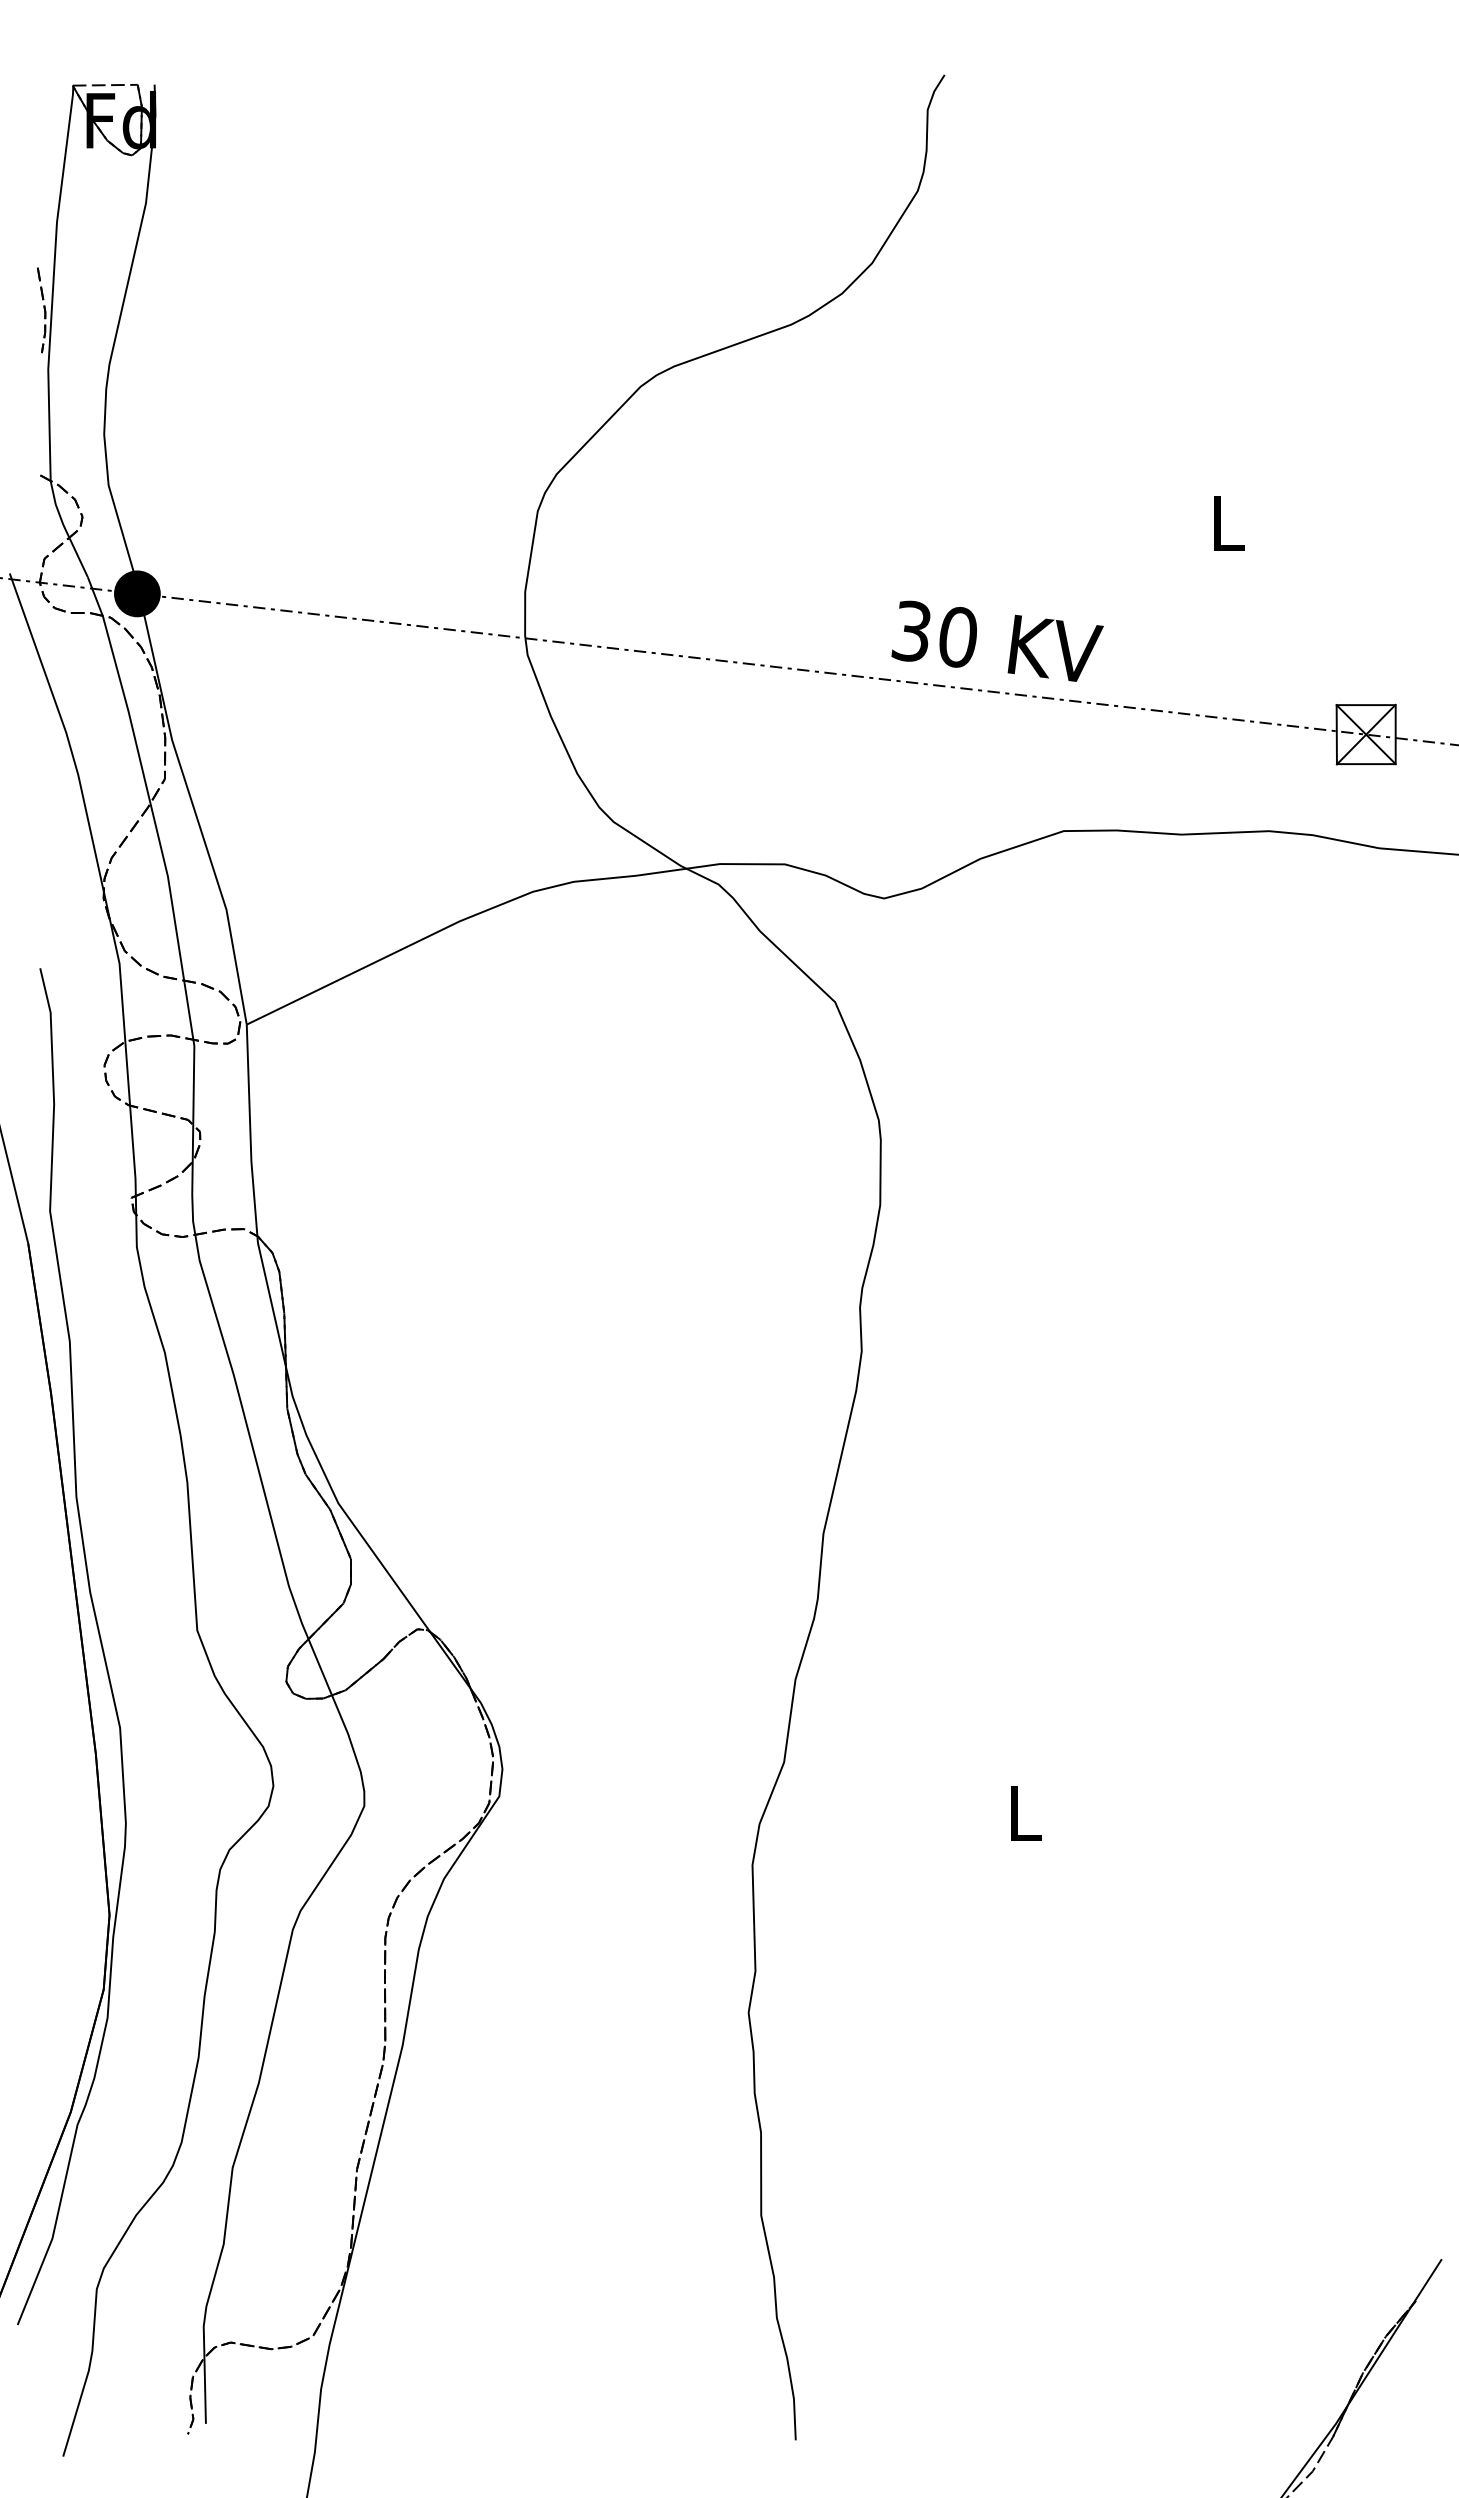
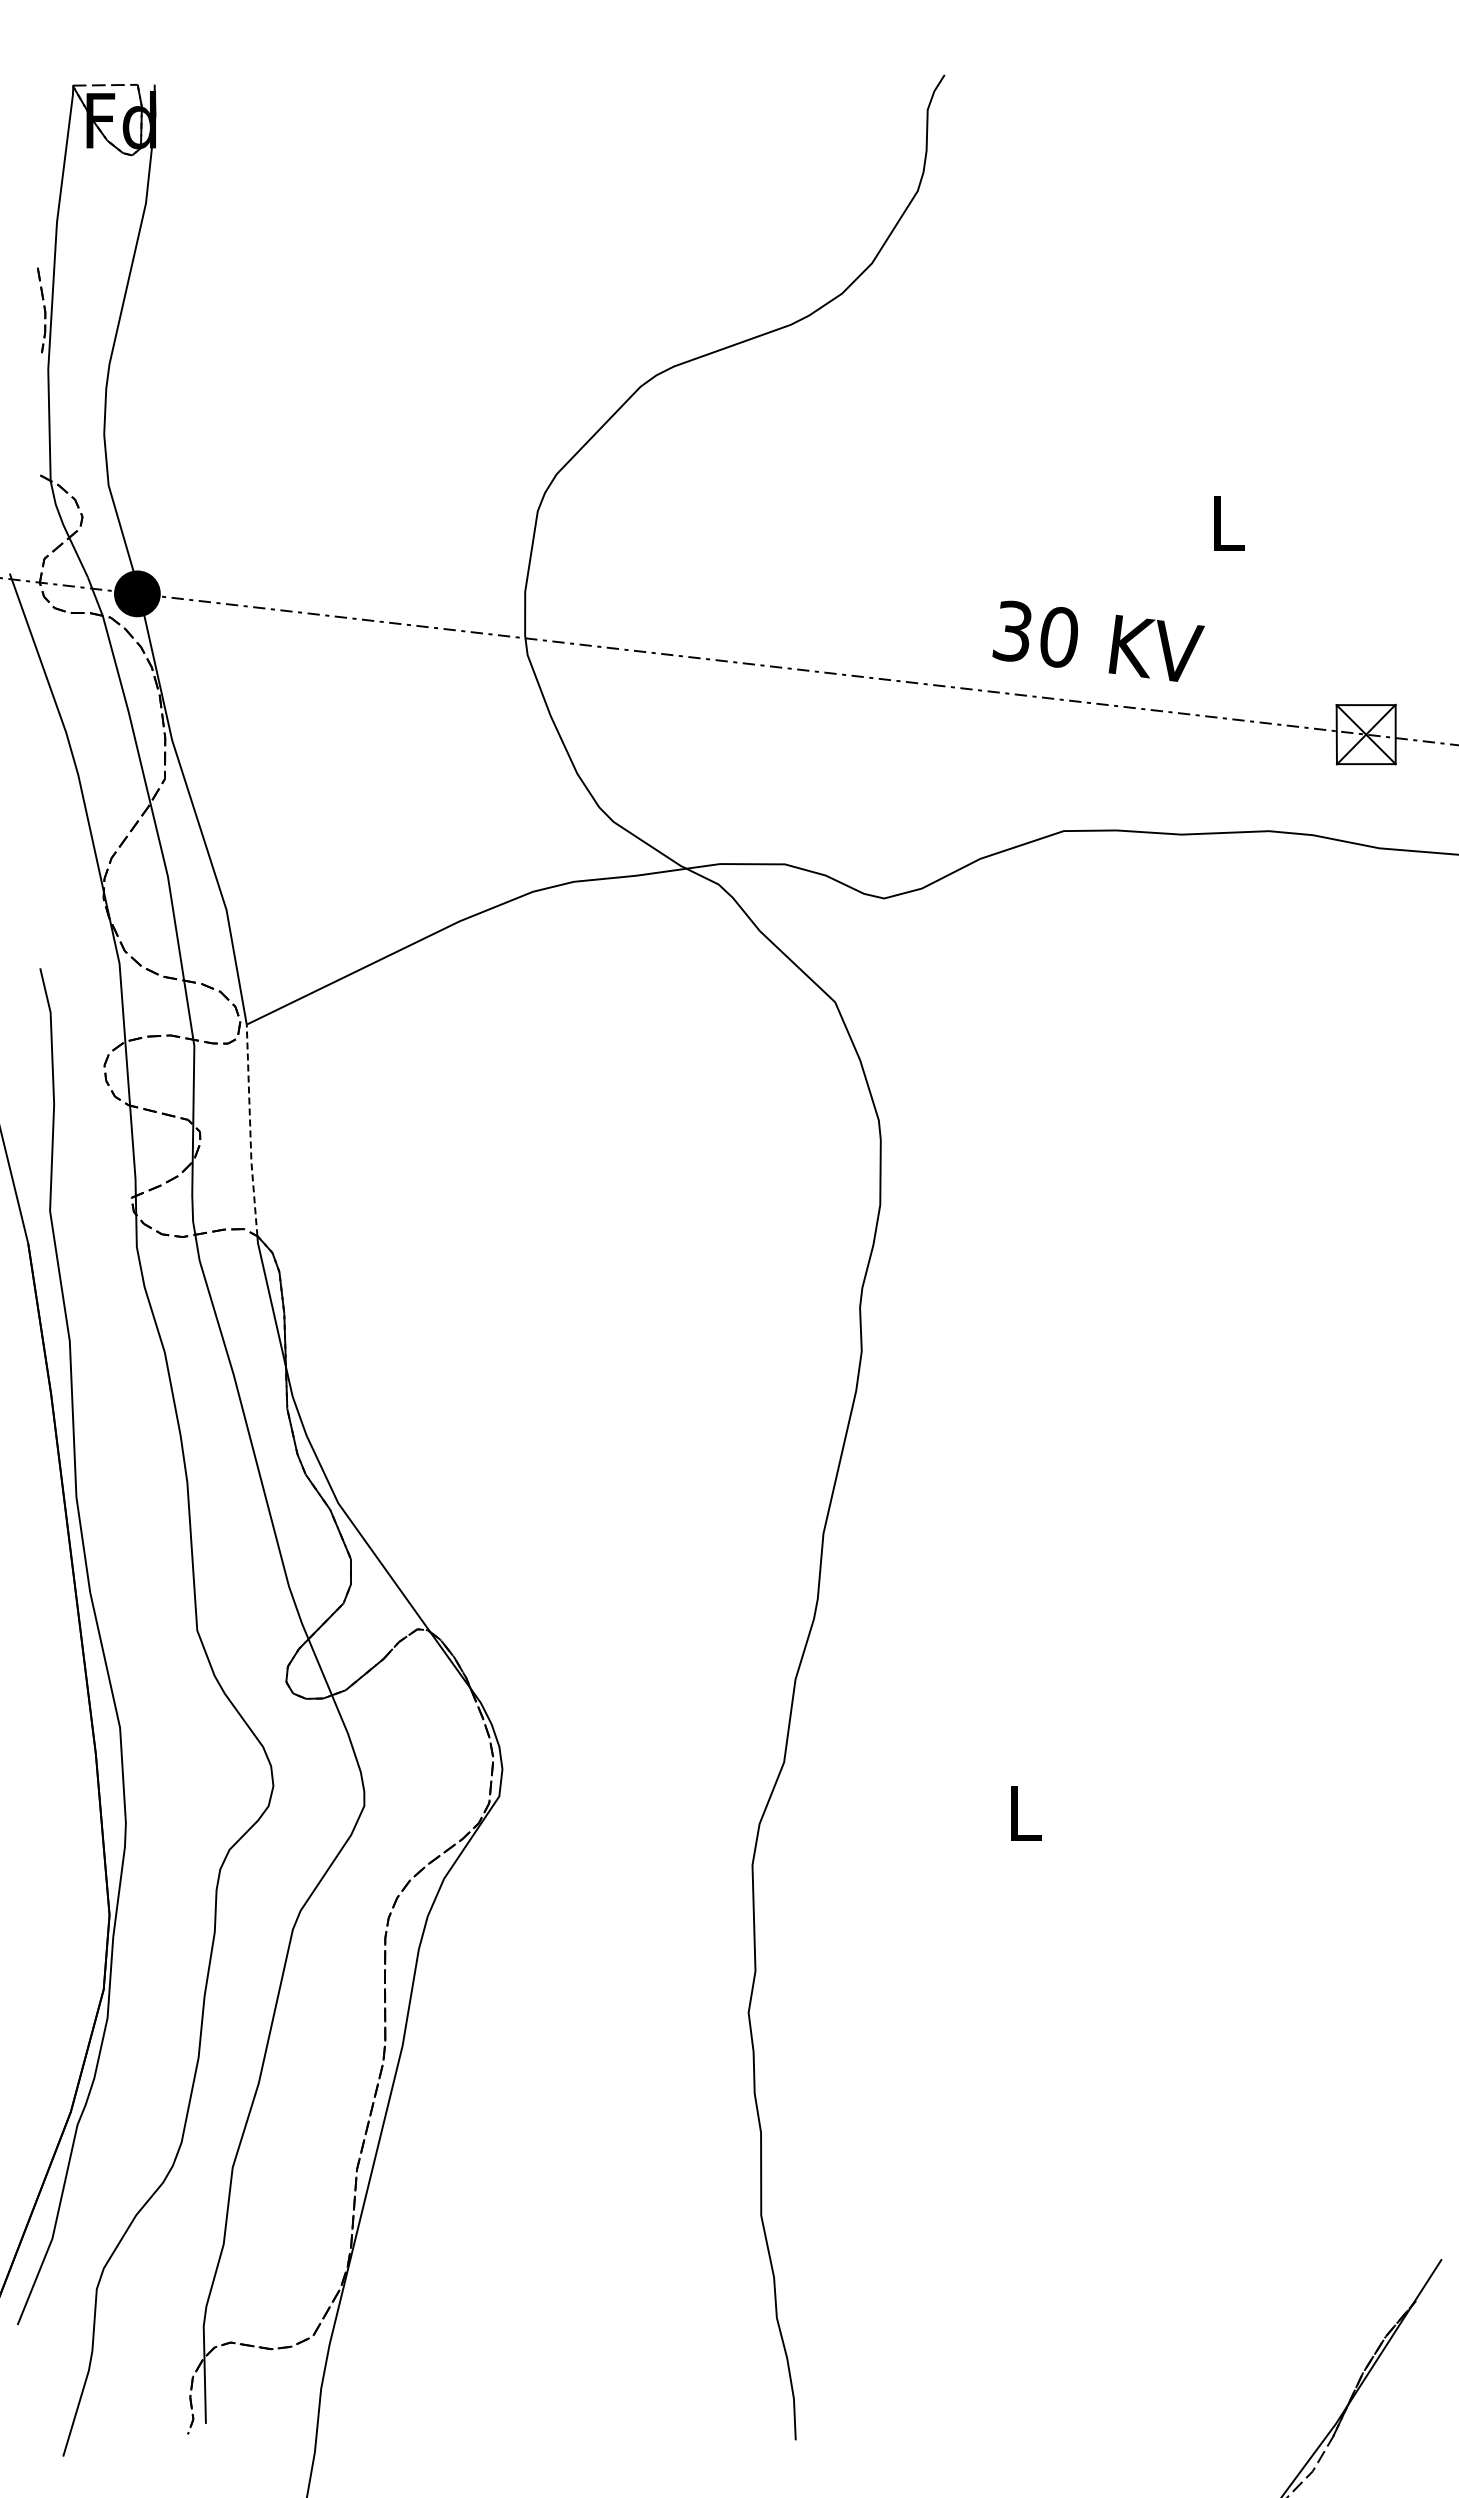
text at (997, 640) position: (997, 640) -> (1098, 640)
line at (250, 1131): solid -> dashed
